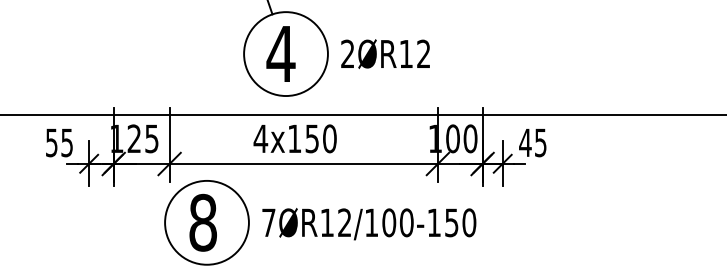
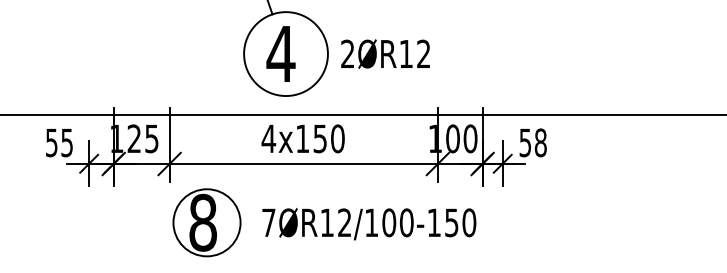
text at (294, 138) position: (294, 138) -> (302, 138)
text at (532, 142): 45 -> 58
circle at (206, 222) diameter: 84 px -> 67 px
